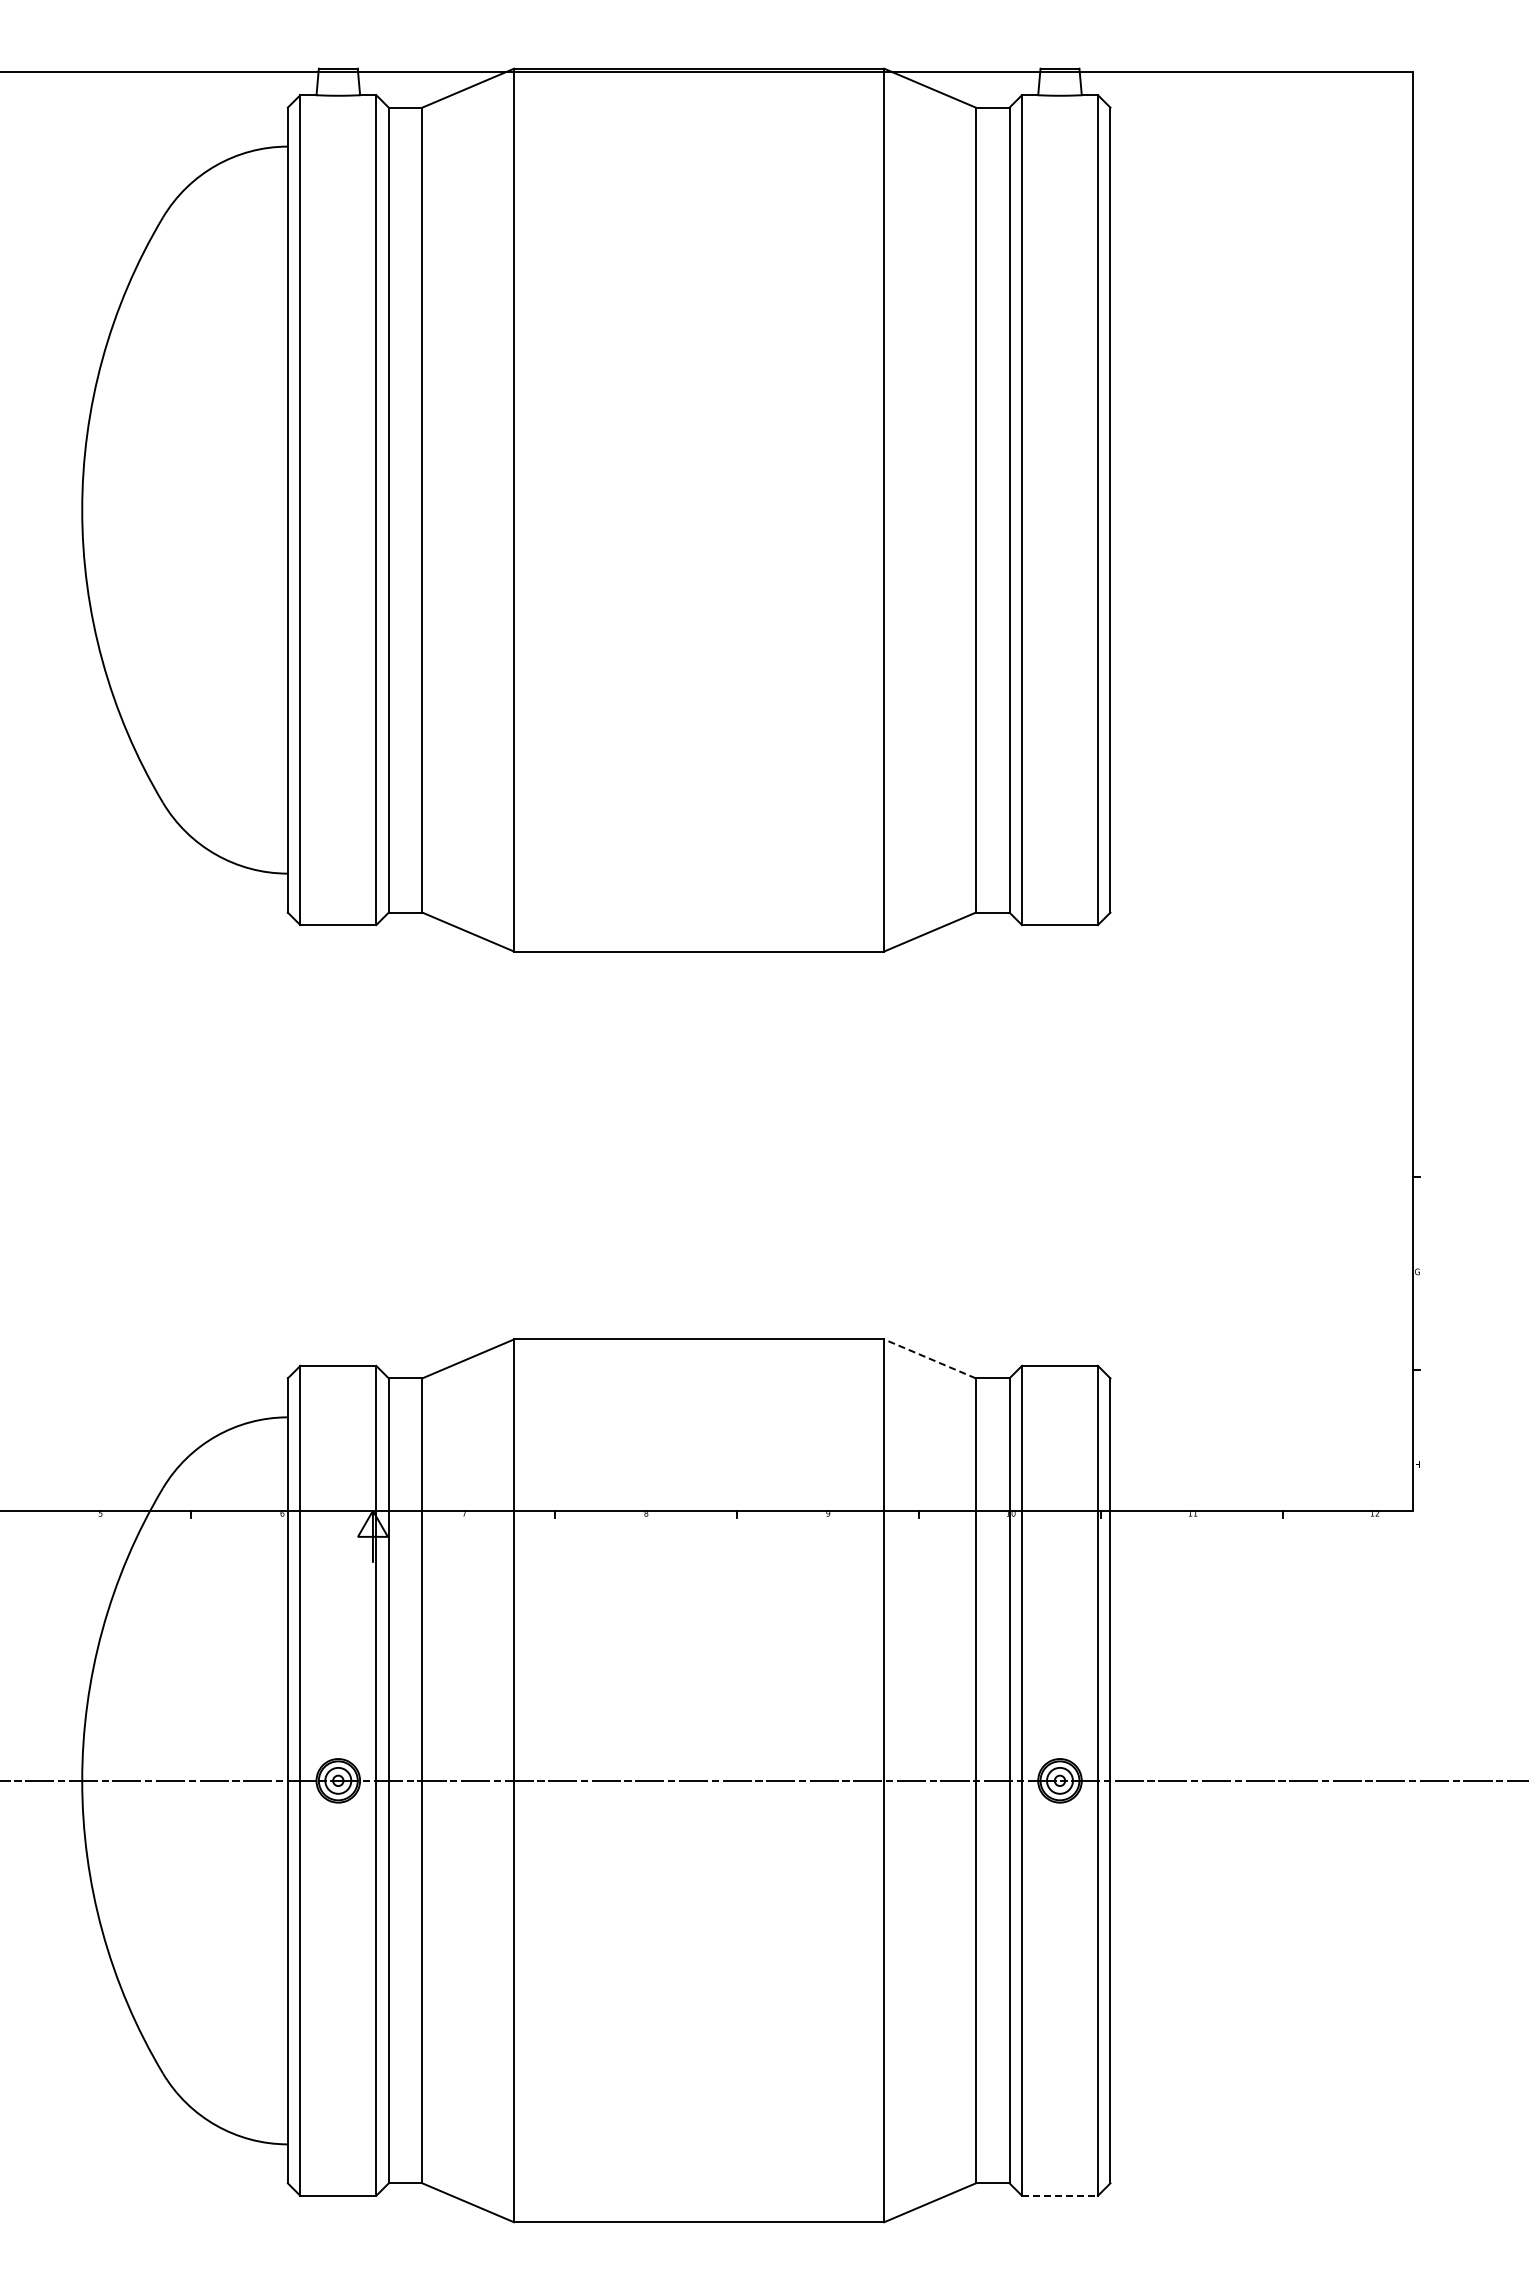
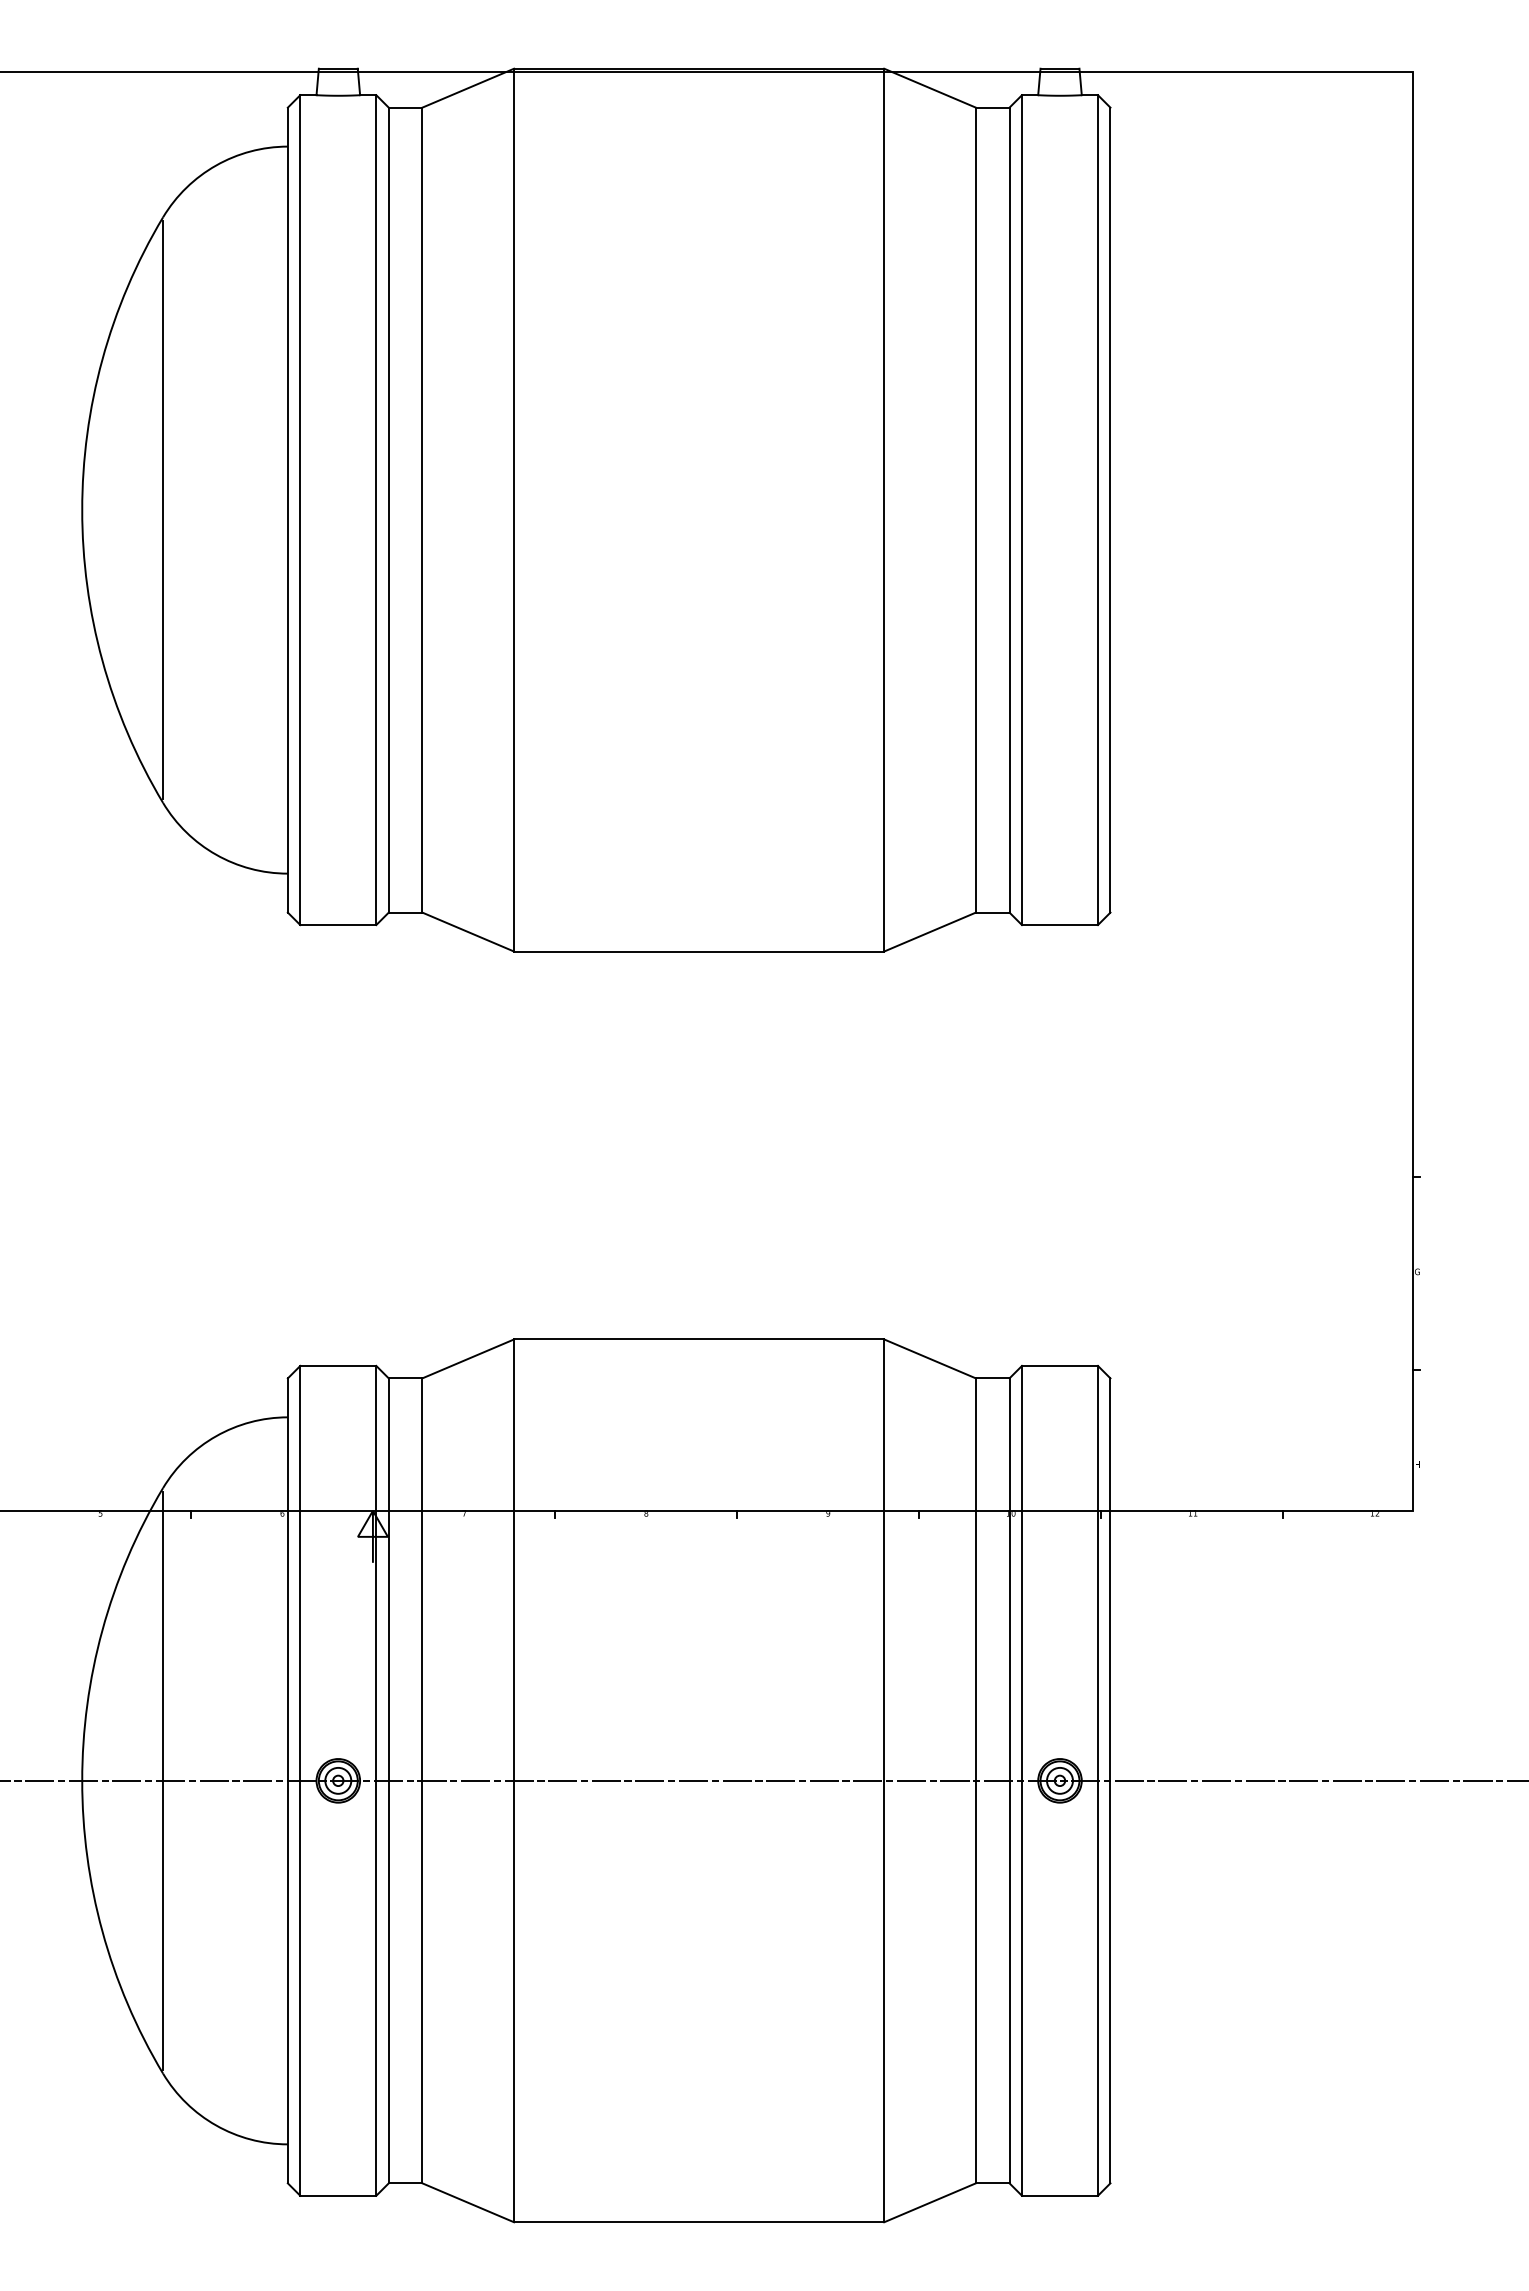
line at (163, 510): none -> present
line at (930, 1358): dashed -> solid
line at (163, 1780): none -> present
line at (1060, 2195): dashed -> solid
